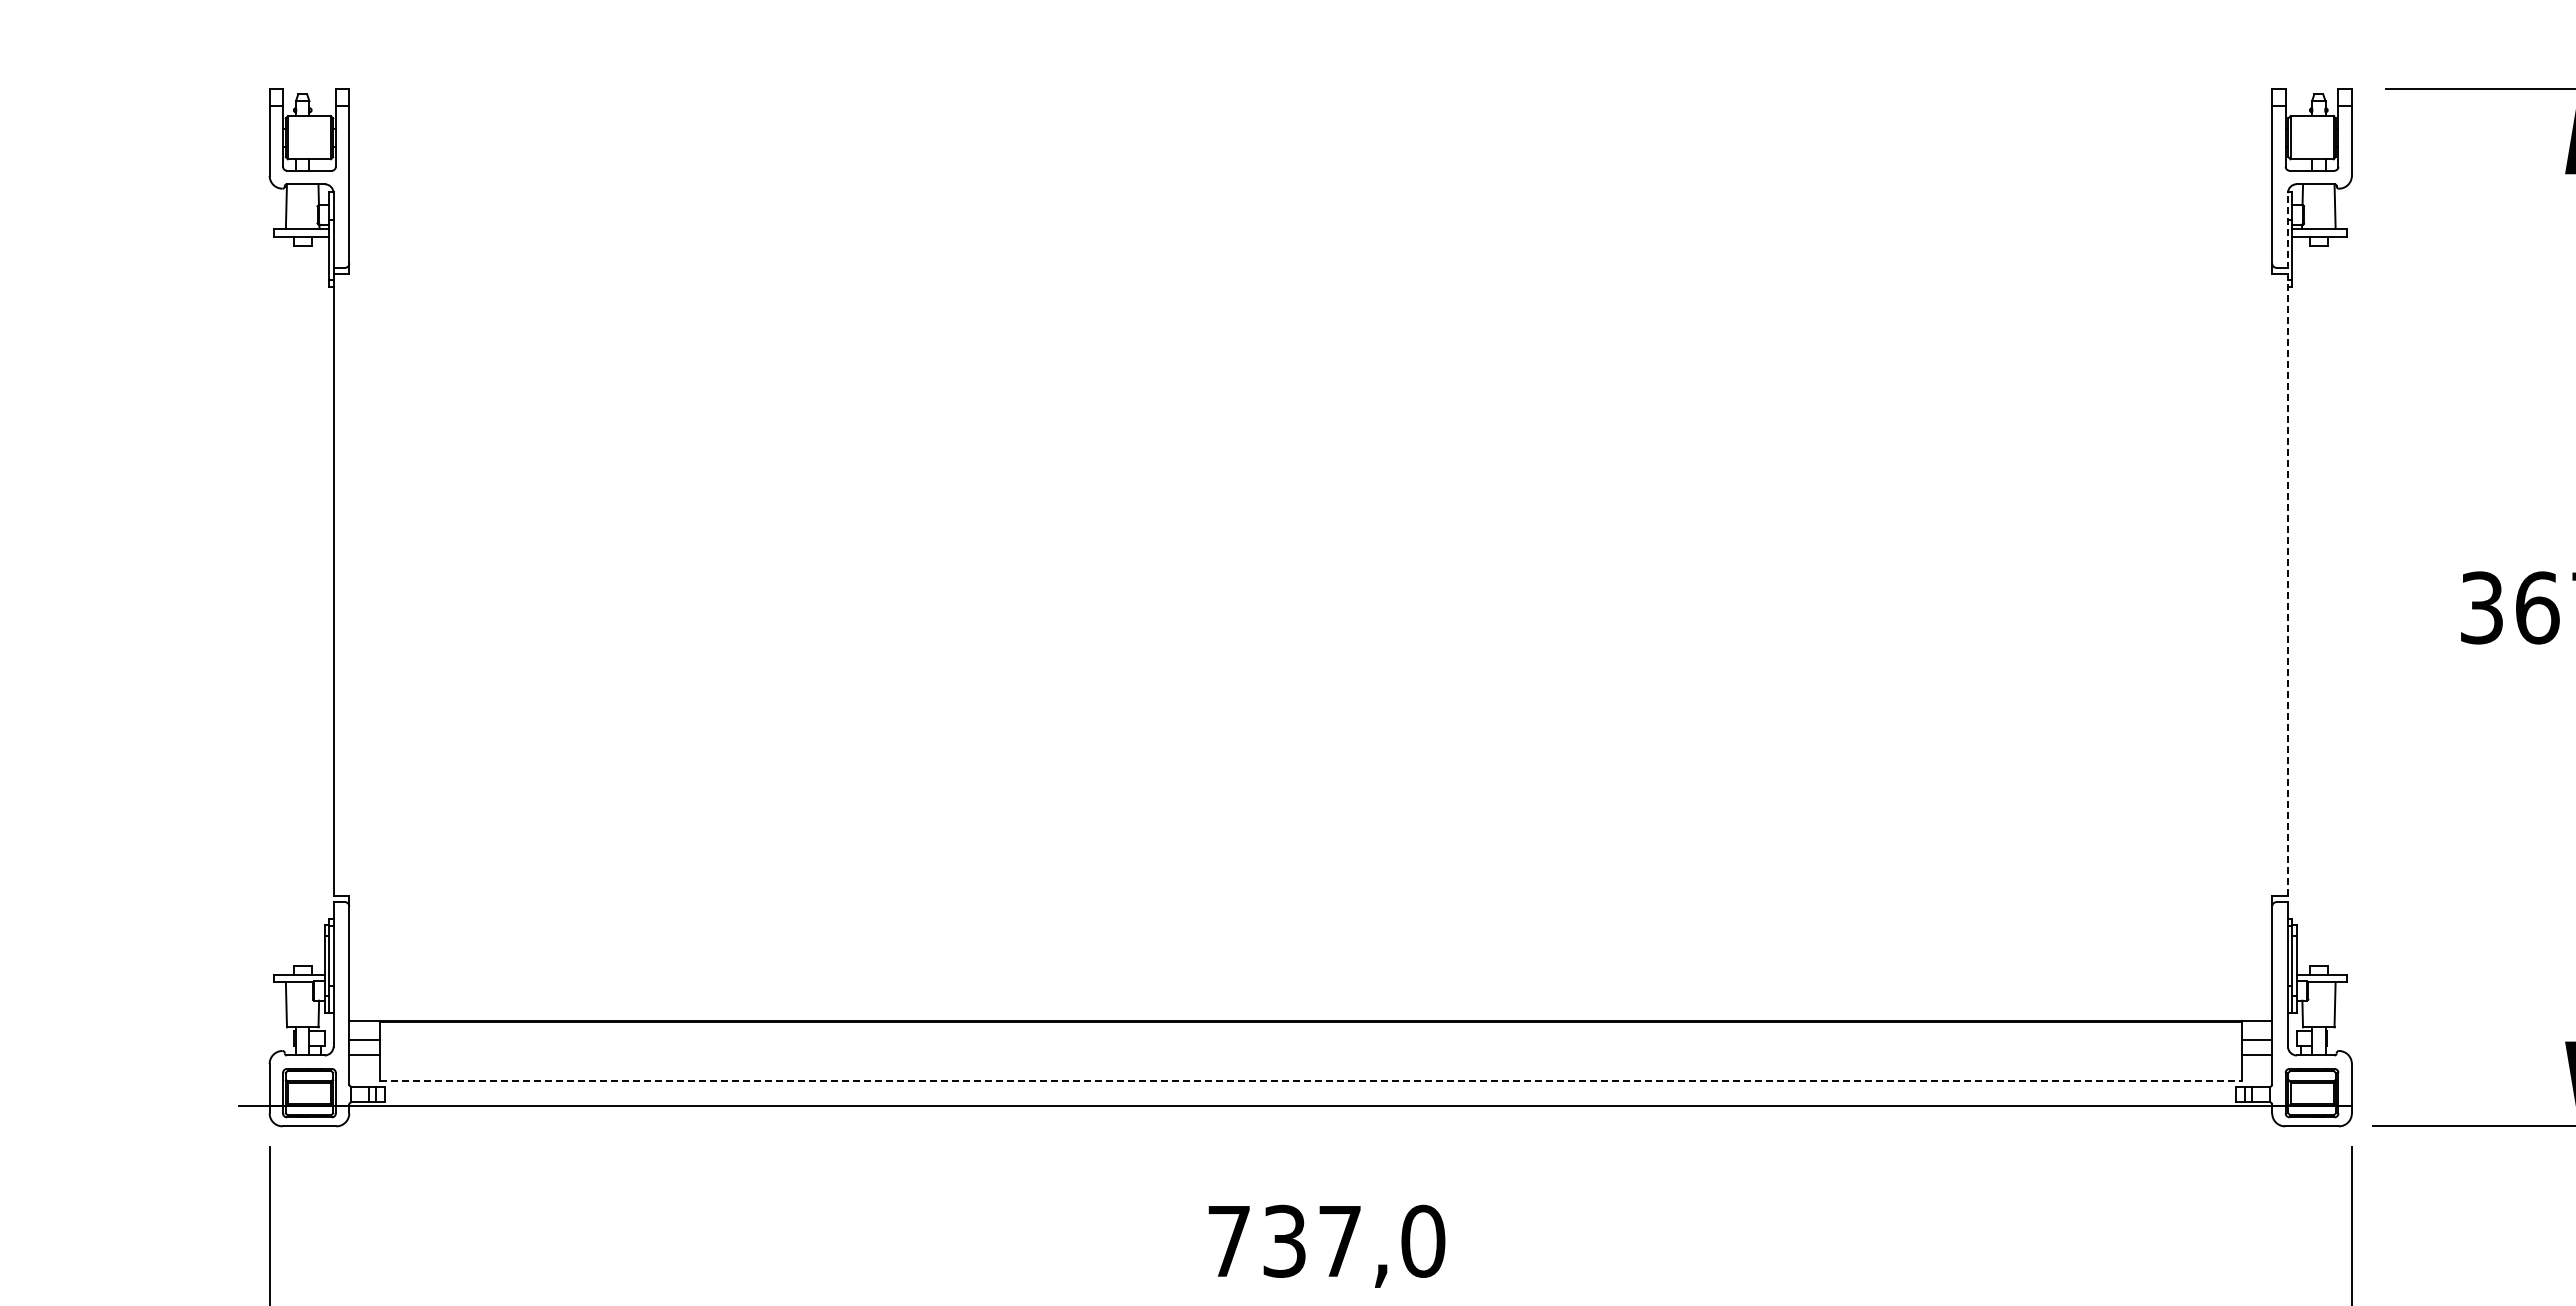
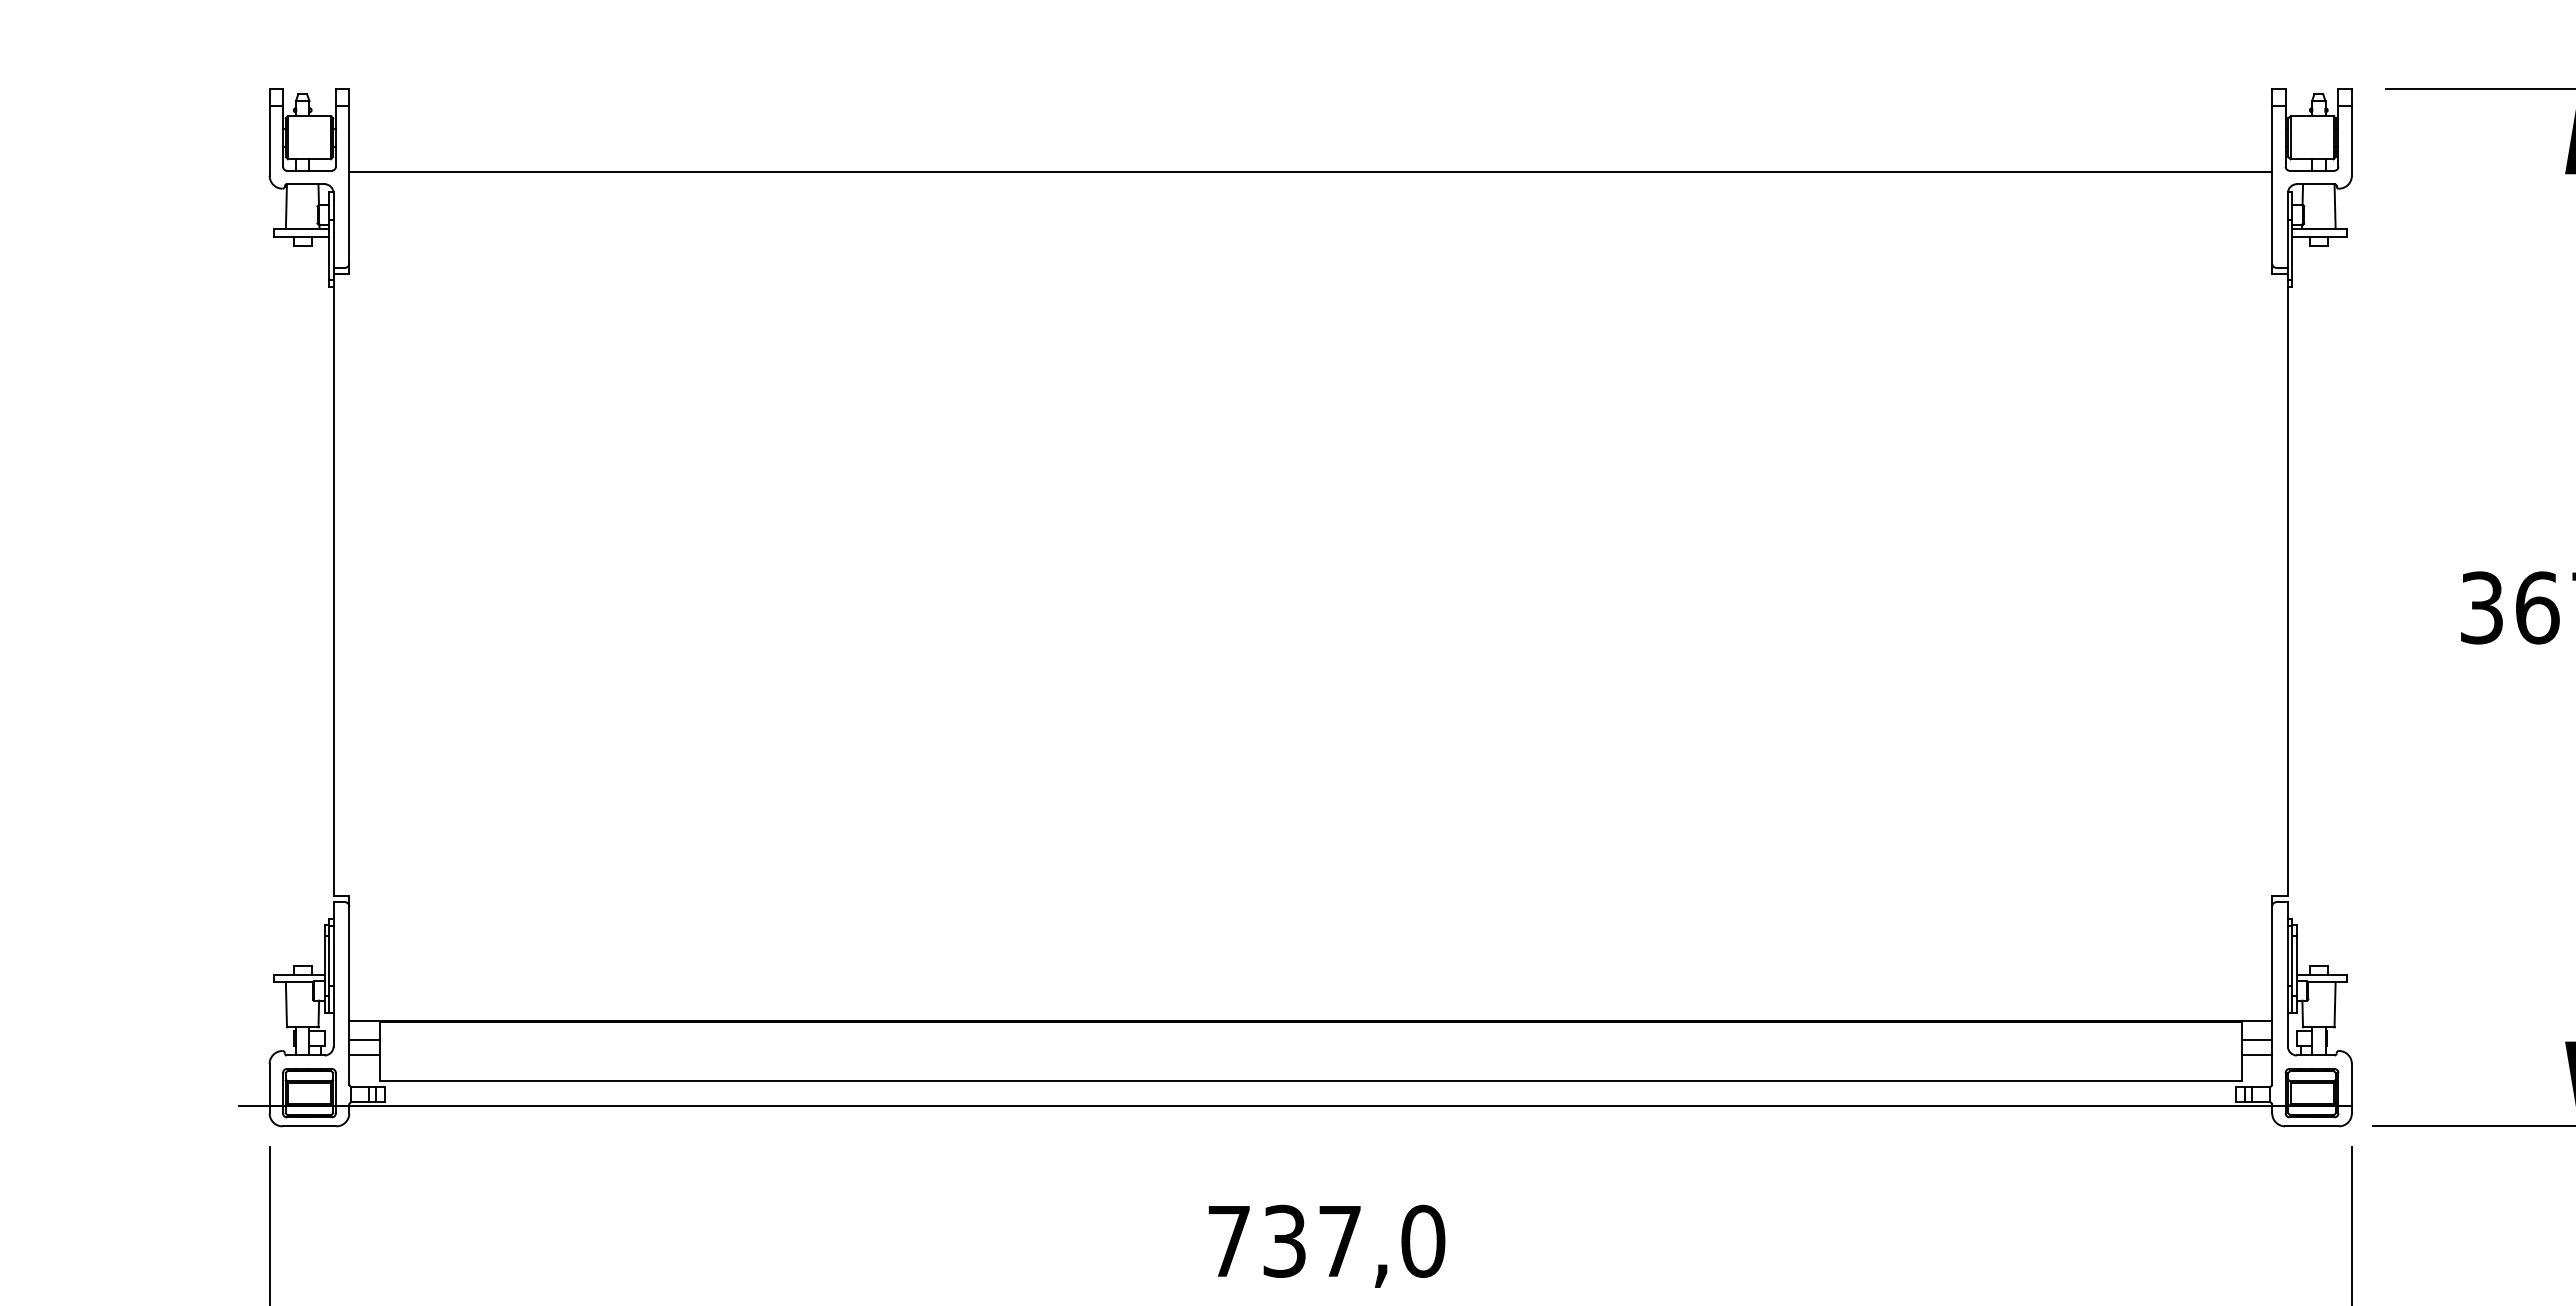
line at (1310, 172): none -> present
line at (2287, 544): dashed -> solid
line at (1310, 1080): dashed -> solid
